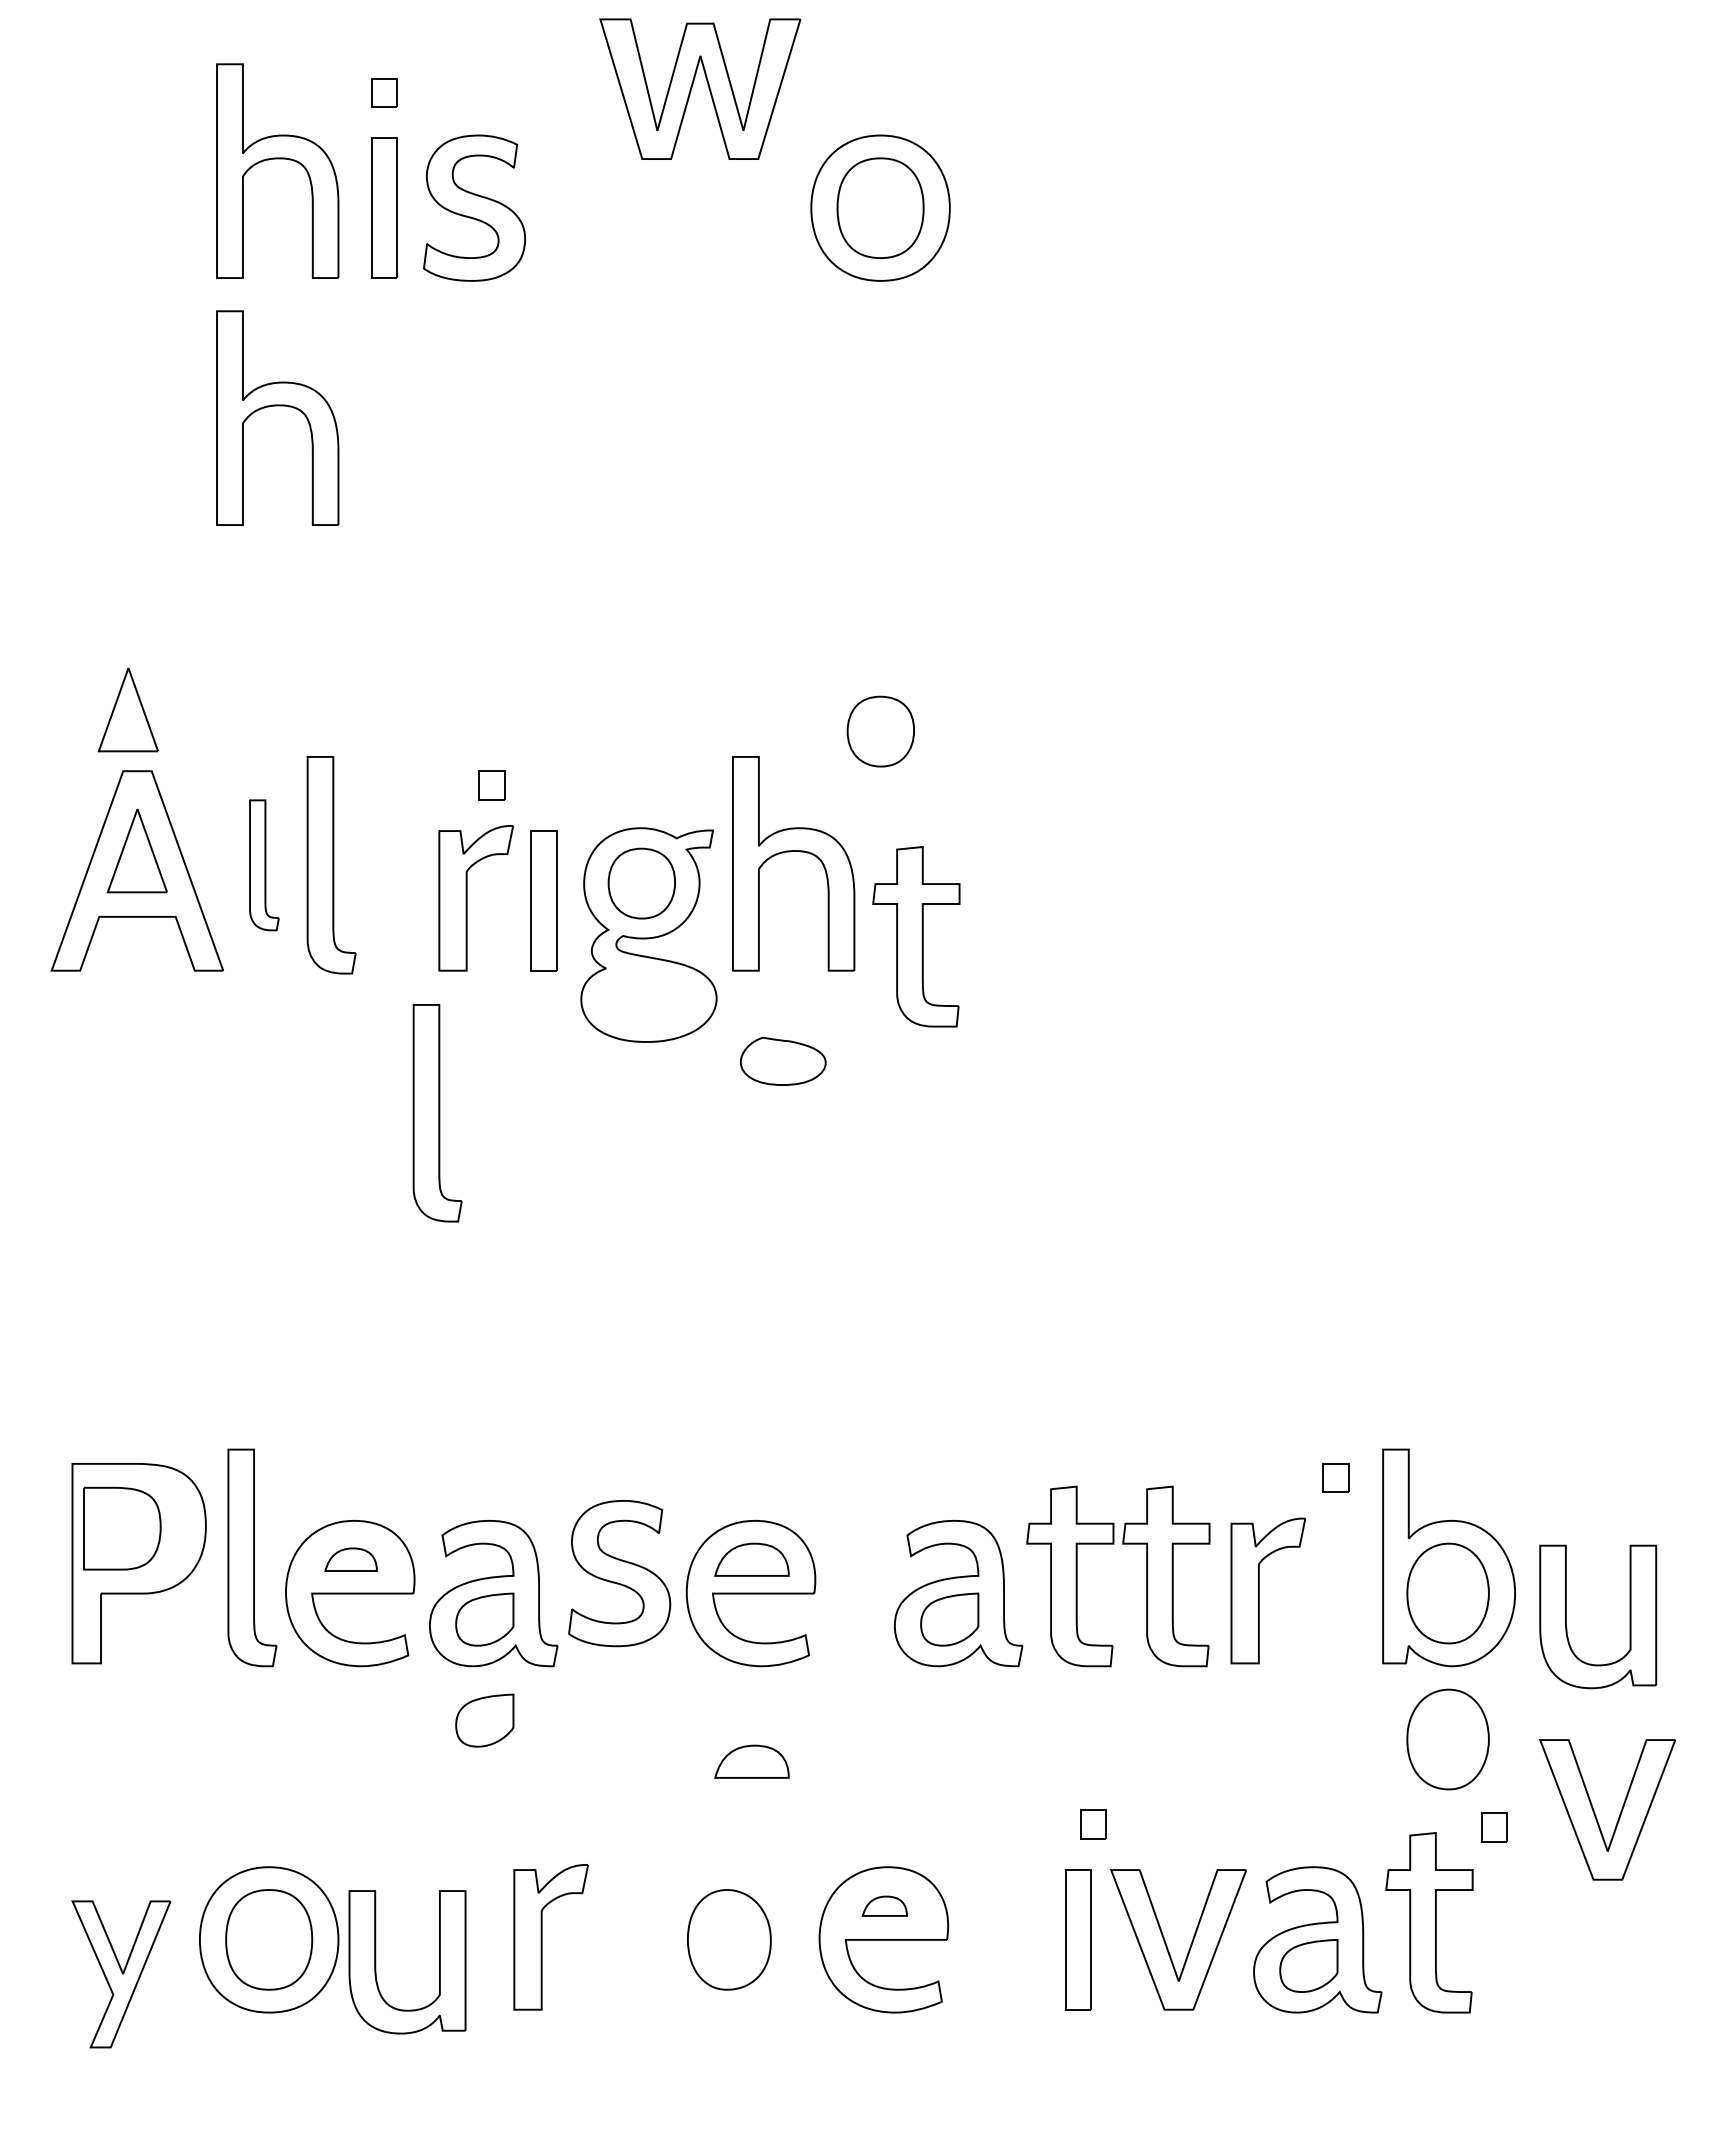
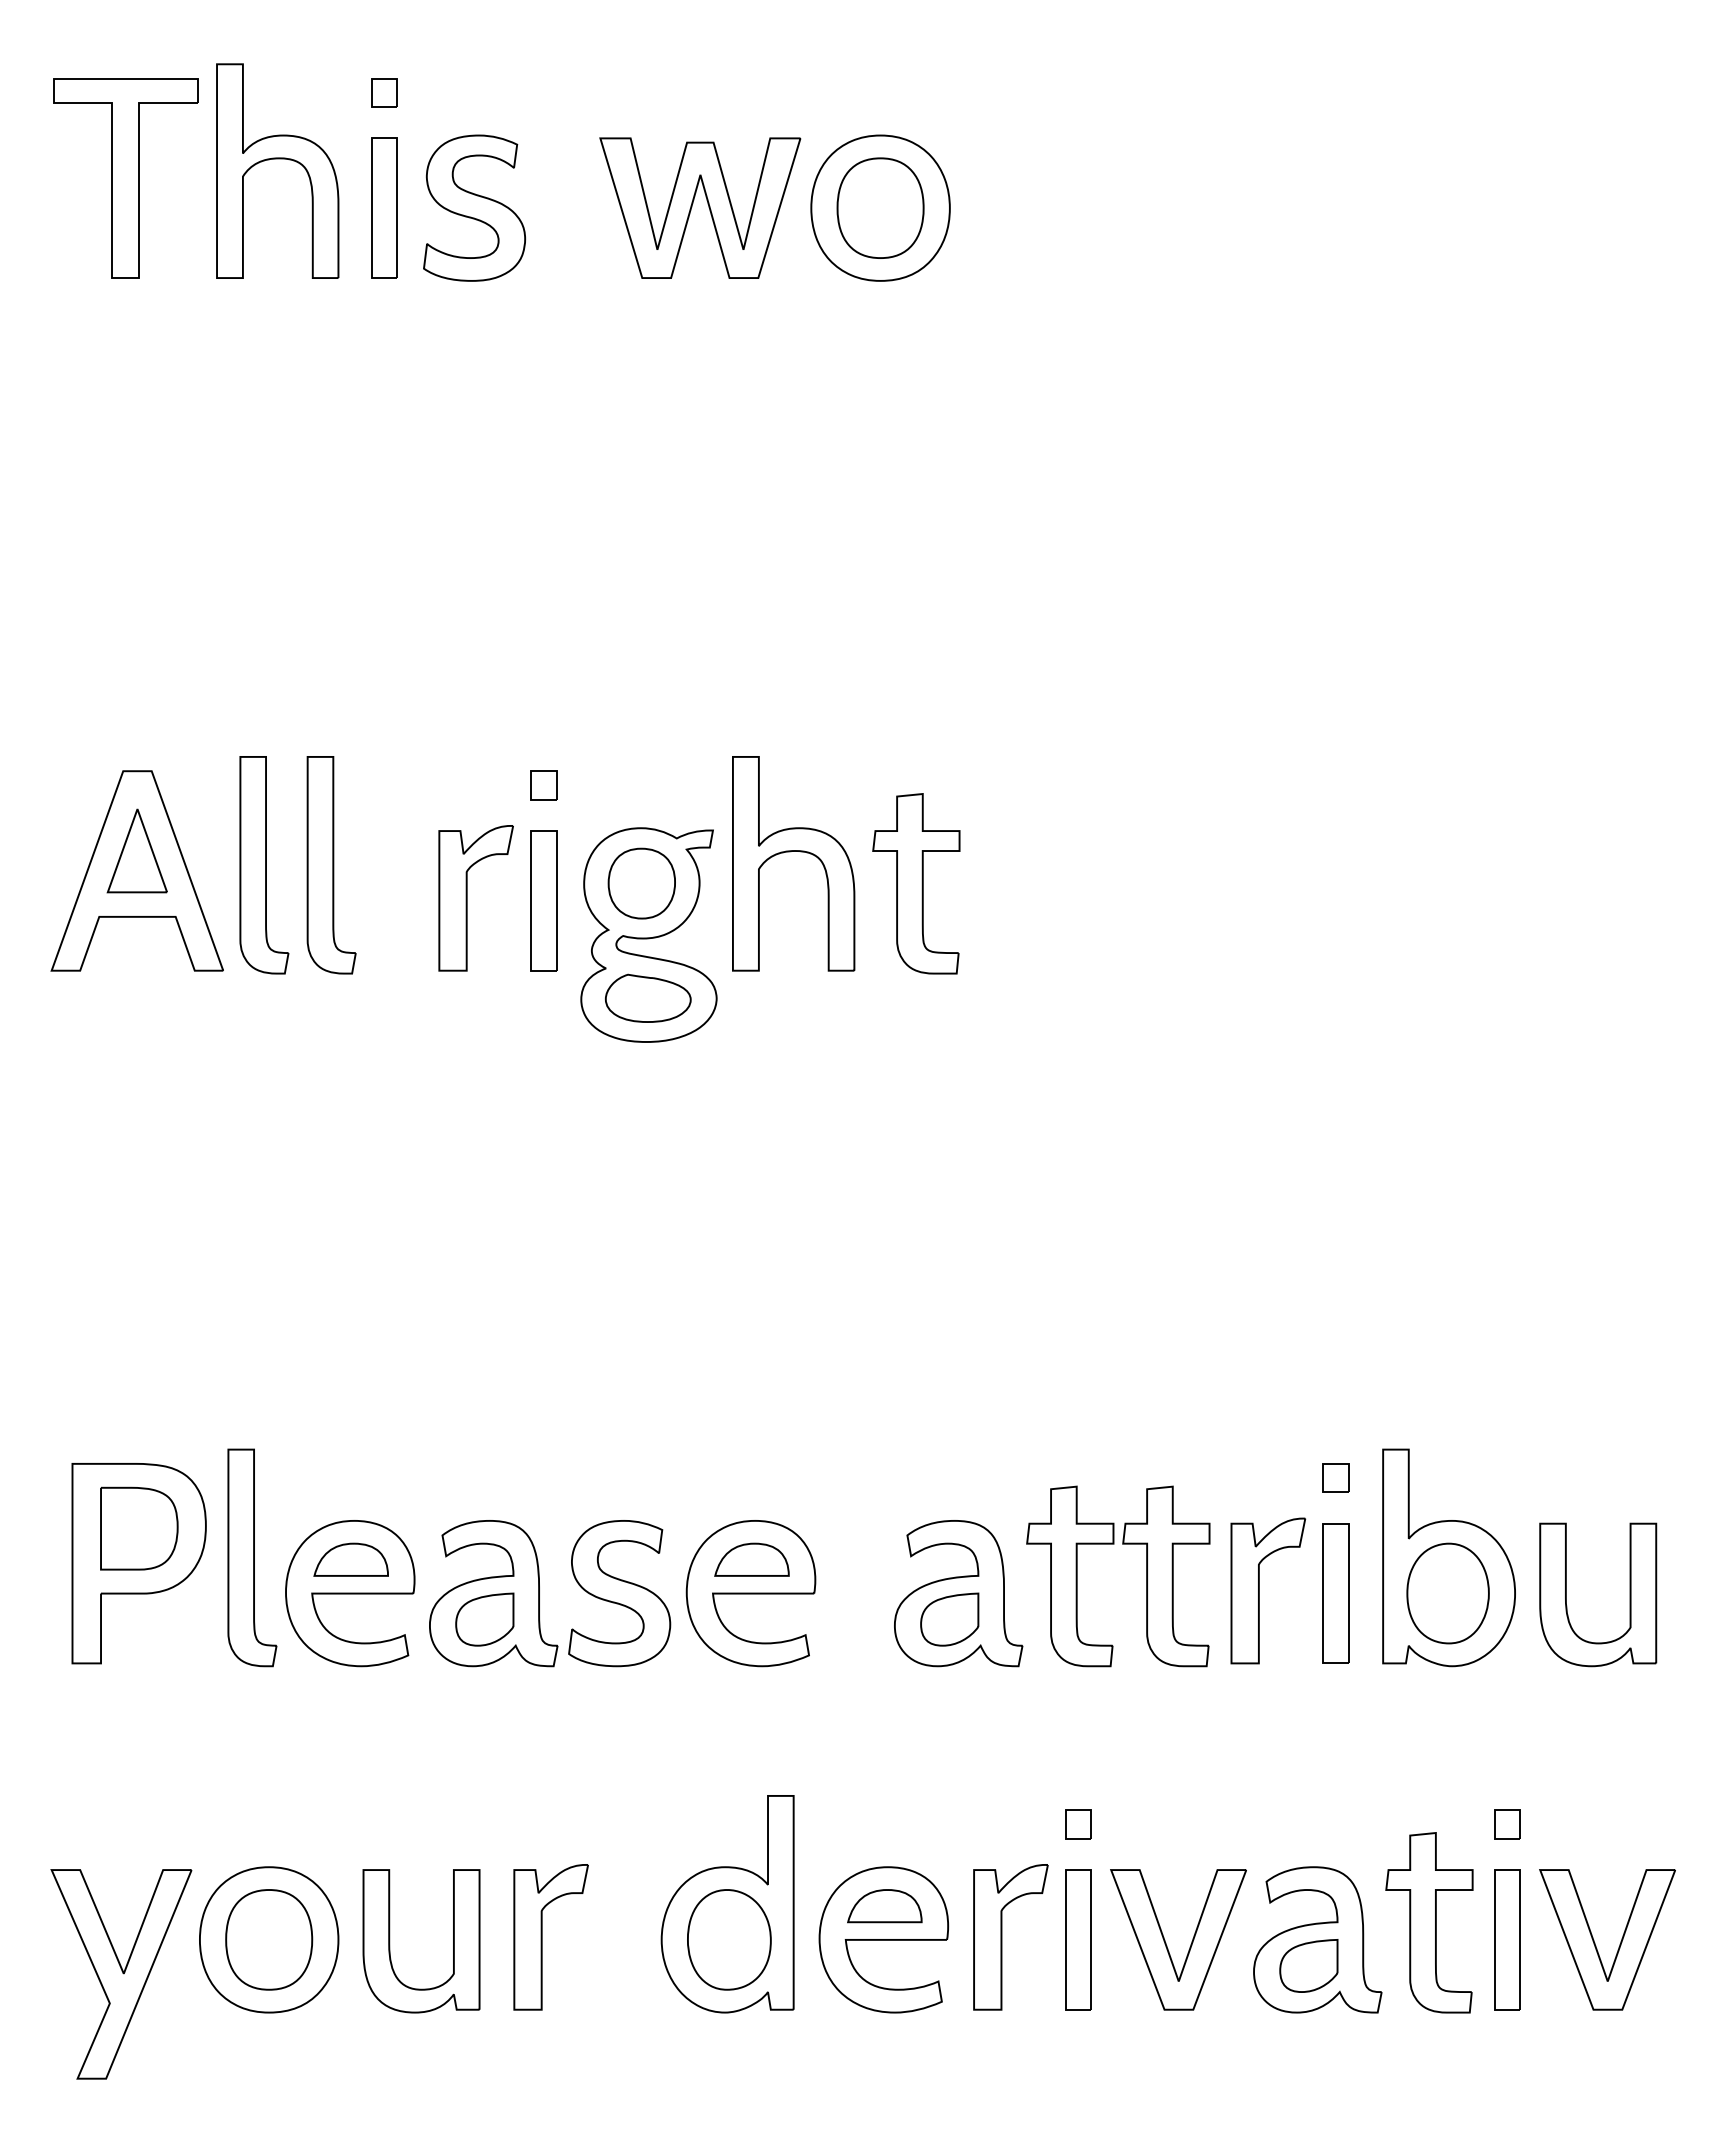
part at (707, 85) position: (707, 85) -> (707, 204)
part at (125, 178): none -> present
part at (277, 406): present -> none
part at (127, 709): present -> none
part at (880, 731): present -> none
part at (491, 785) position: (491, 785) -> (543, 785)
part at (264, 865) size: 31x133 px -> 51x219 px
part at (916, 936) position: (916, 936) -> (916, 883)
part at (783, 1060) position: (783, 1060) -> (648, 997)
part at (437, 1113): present -> none
part at (122, 1528) position: (122, 1528) -> (139, 1528)
part at (350, 1559) size: 54x25 px -> 76x35 px
part at (619, 1573) position: (619, 1573) -> (619, 1593)
part at (1335, 1593): none -> present
part at (1629, 1616) position: (1629, 1616) -> (1629, 1594)
part at (484, 1720): present -> none
part at (1447, 1739): present -> none
part at (751, 1761): present -> none
part at (1596, 1815) position: (1596, 1815) -> (1596, 1945)
part at (1093, 1824) position: (1093, 1824) -> (1078, 1824)
part at (1494, 1827) position: (1494, 1827) -> (1507, 1824)
part at (727, 1904): none -> present
part at (884, 1905) size: 47x22 px -> 76x35 px
part at (1002, 1937): none -> present
part at (1507, 1939): none -> present
part at (376, 1962) position: (376, 1962) -> (390, 1941)
part at (121, 1974) size: 101x149 px -> 143x211 px
